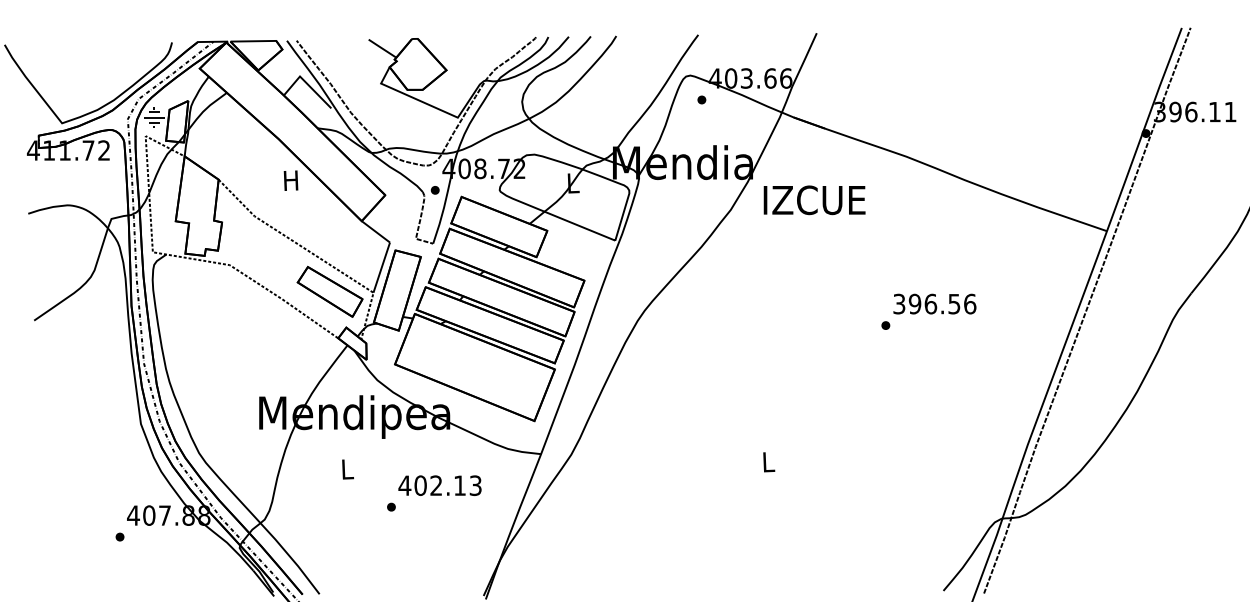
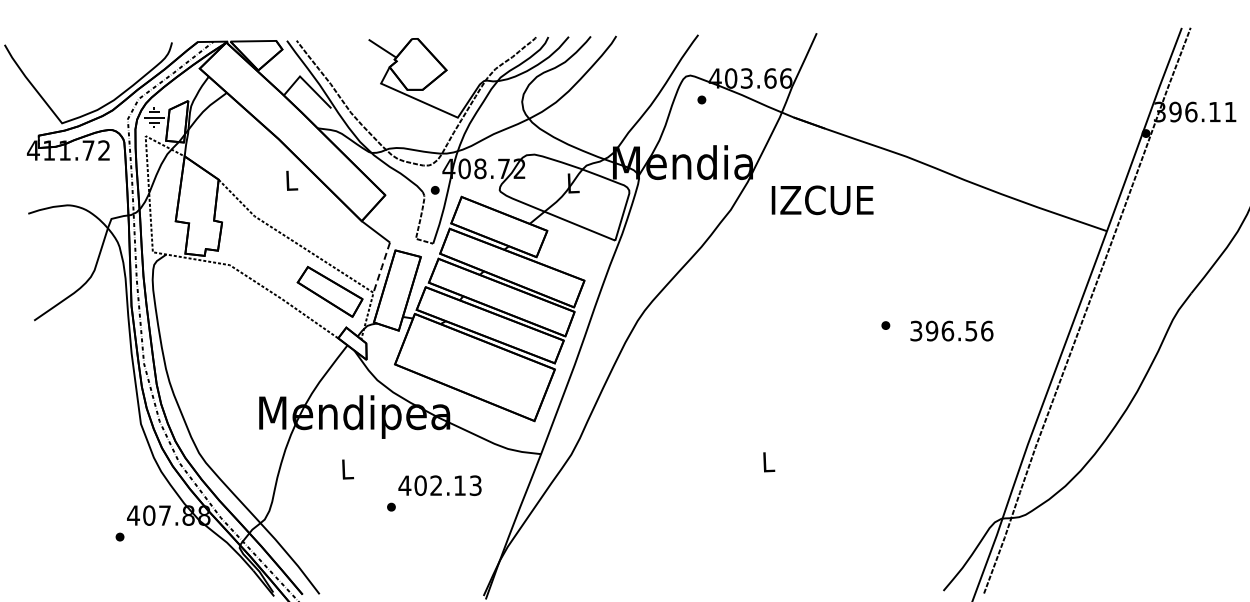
text at (290, 180): H -> L
text at (814, 200) position: (814, 200) -> (822, 200)
line at (381, 267): solid -> dashed
text at (934, 303) position: (934, 303) -> (951, 330)
